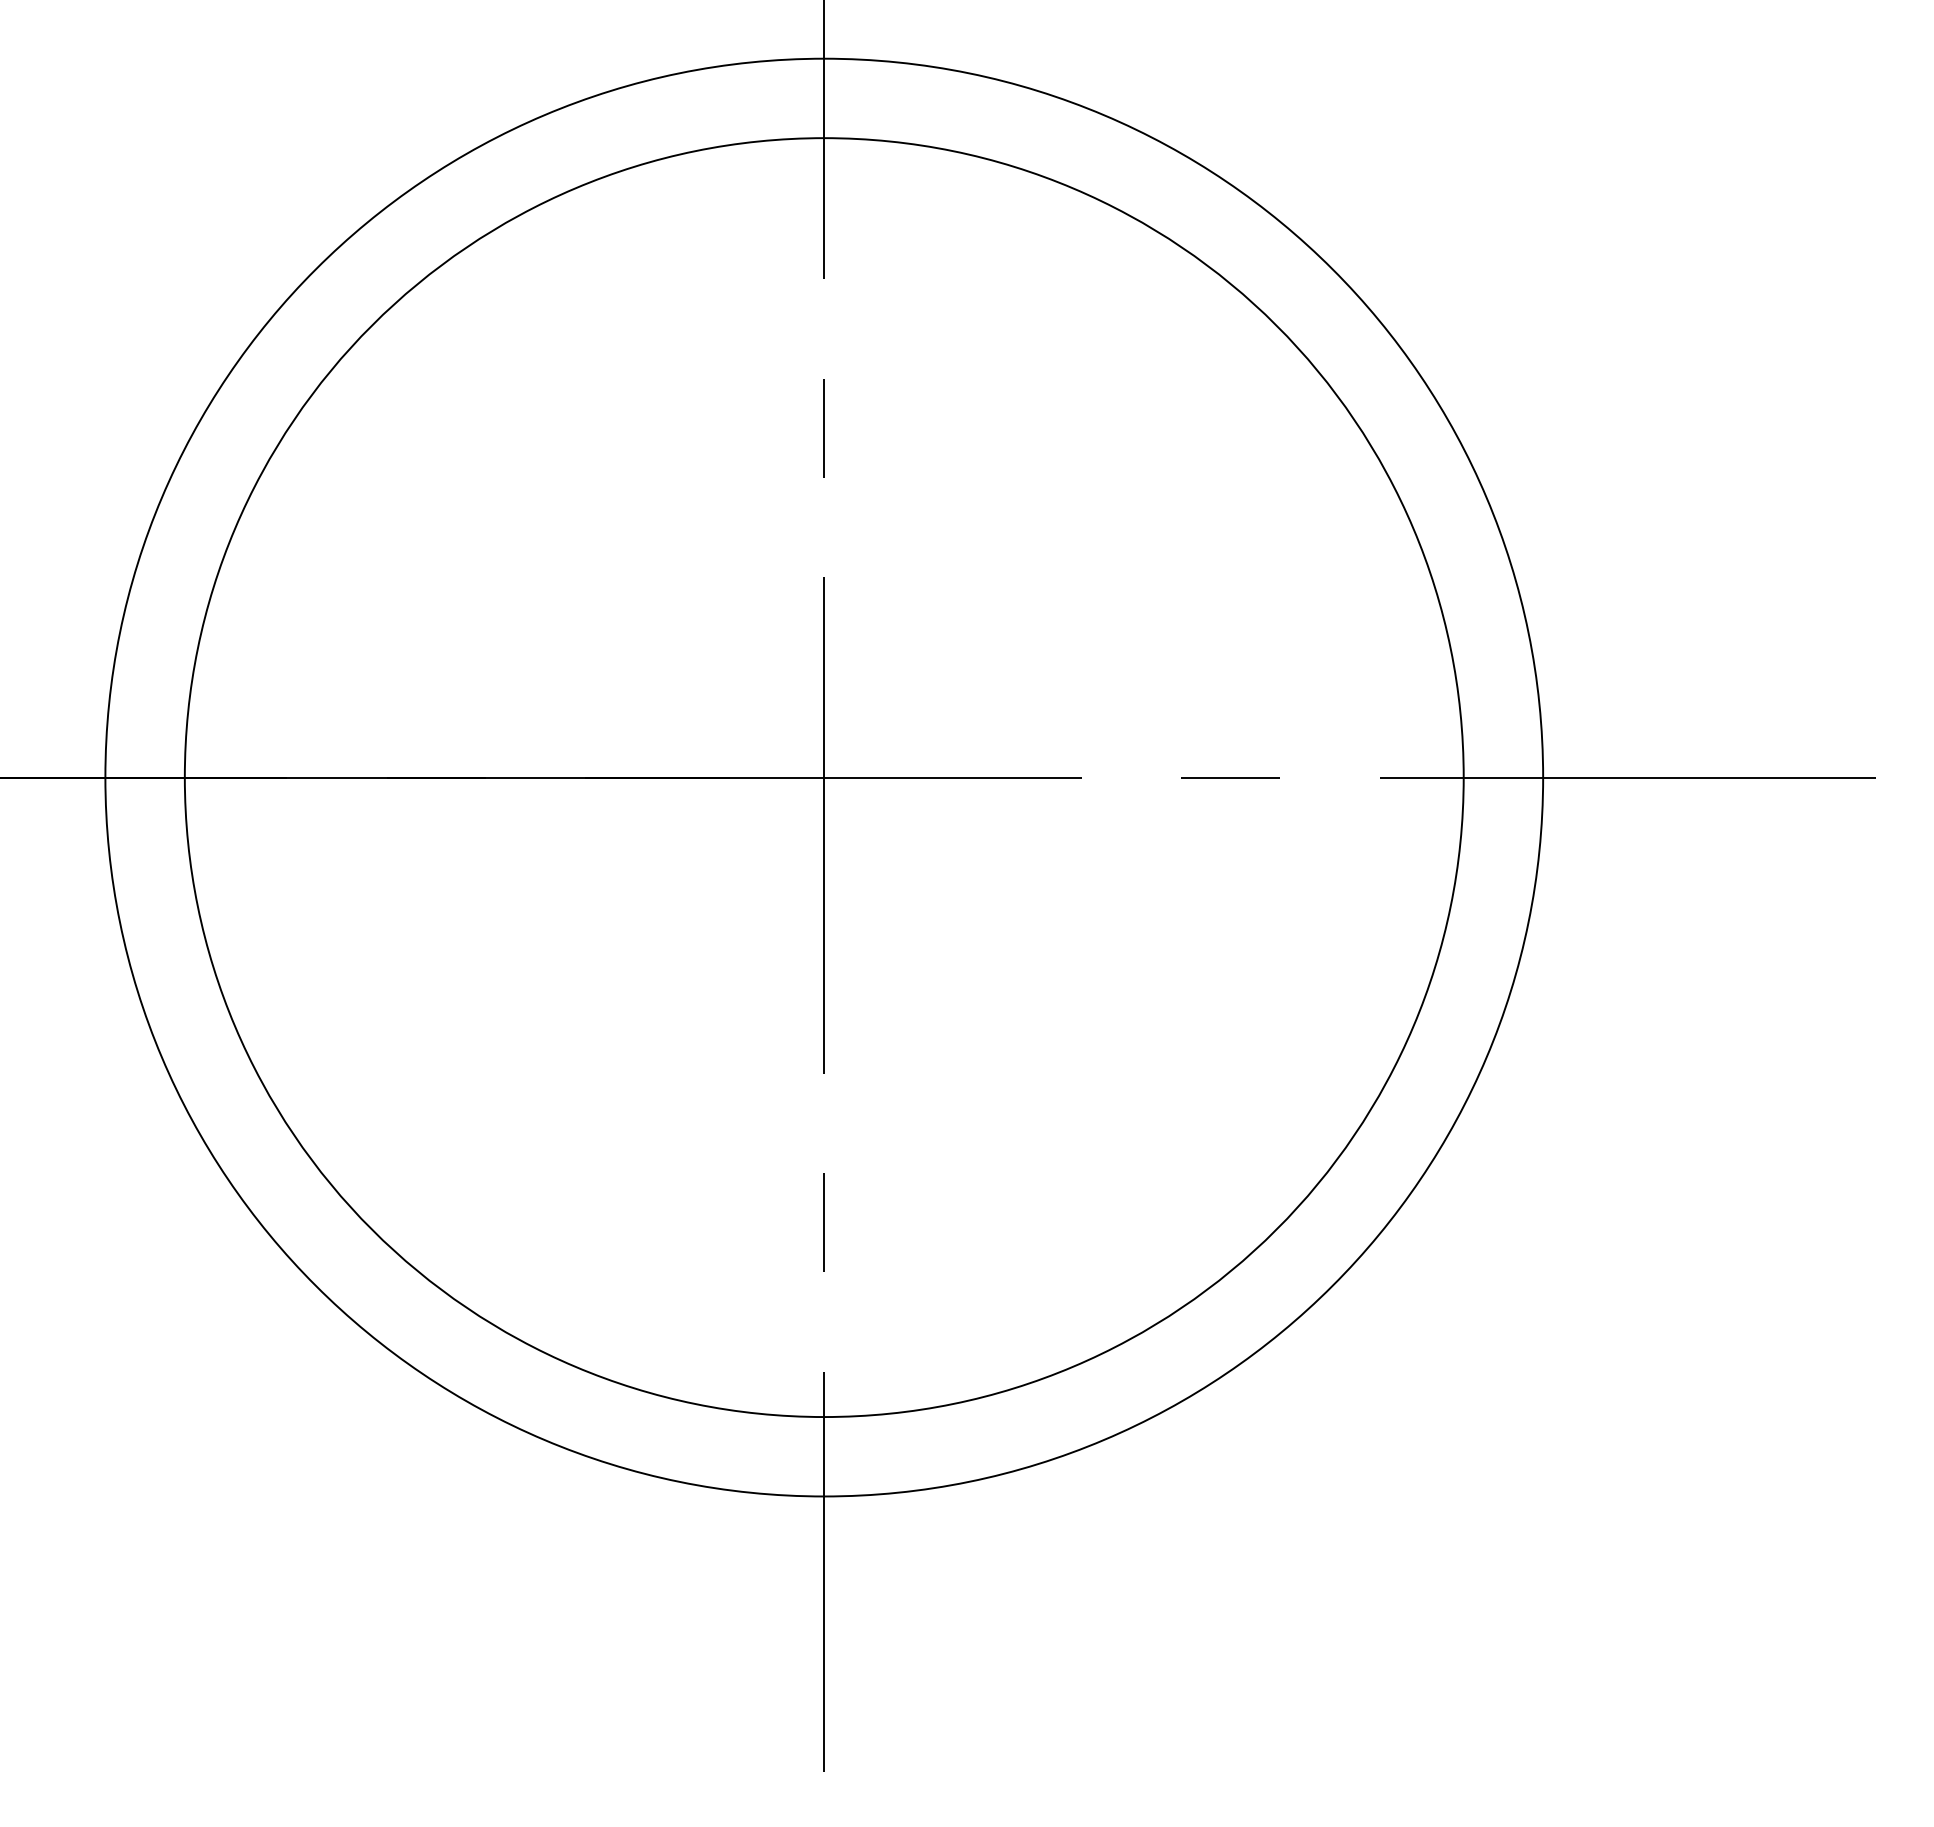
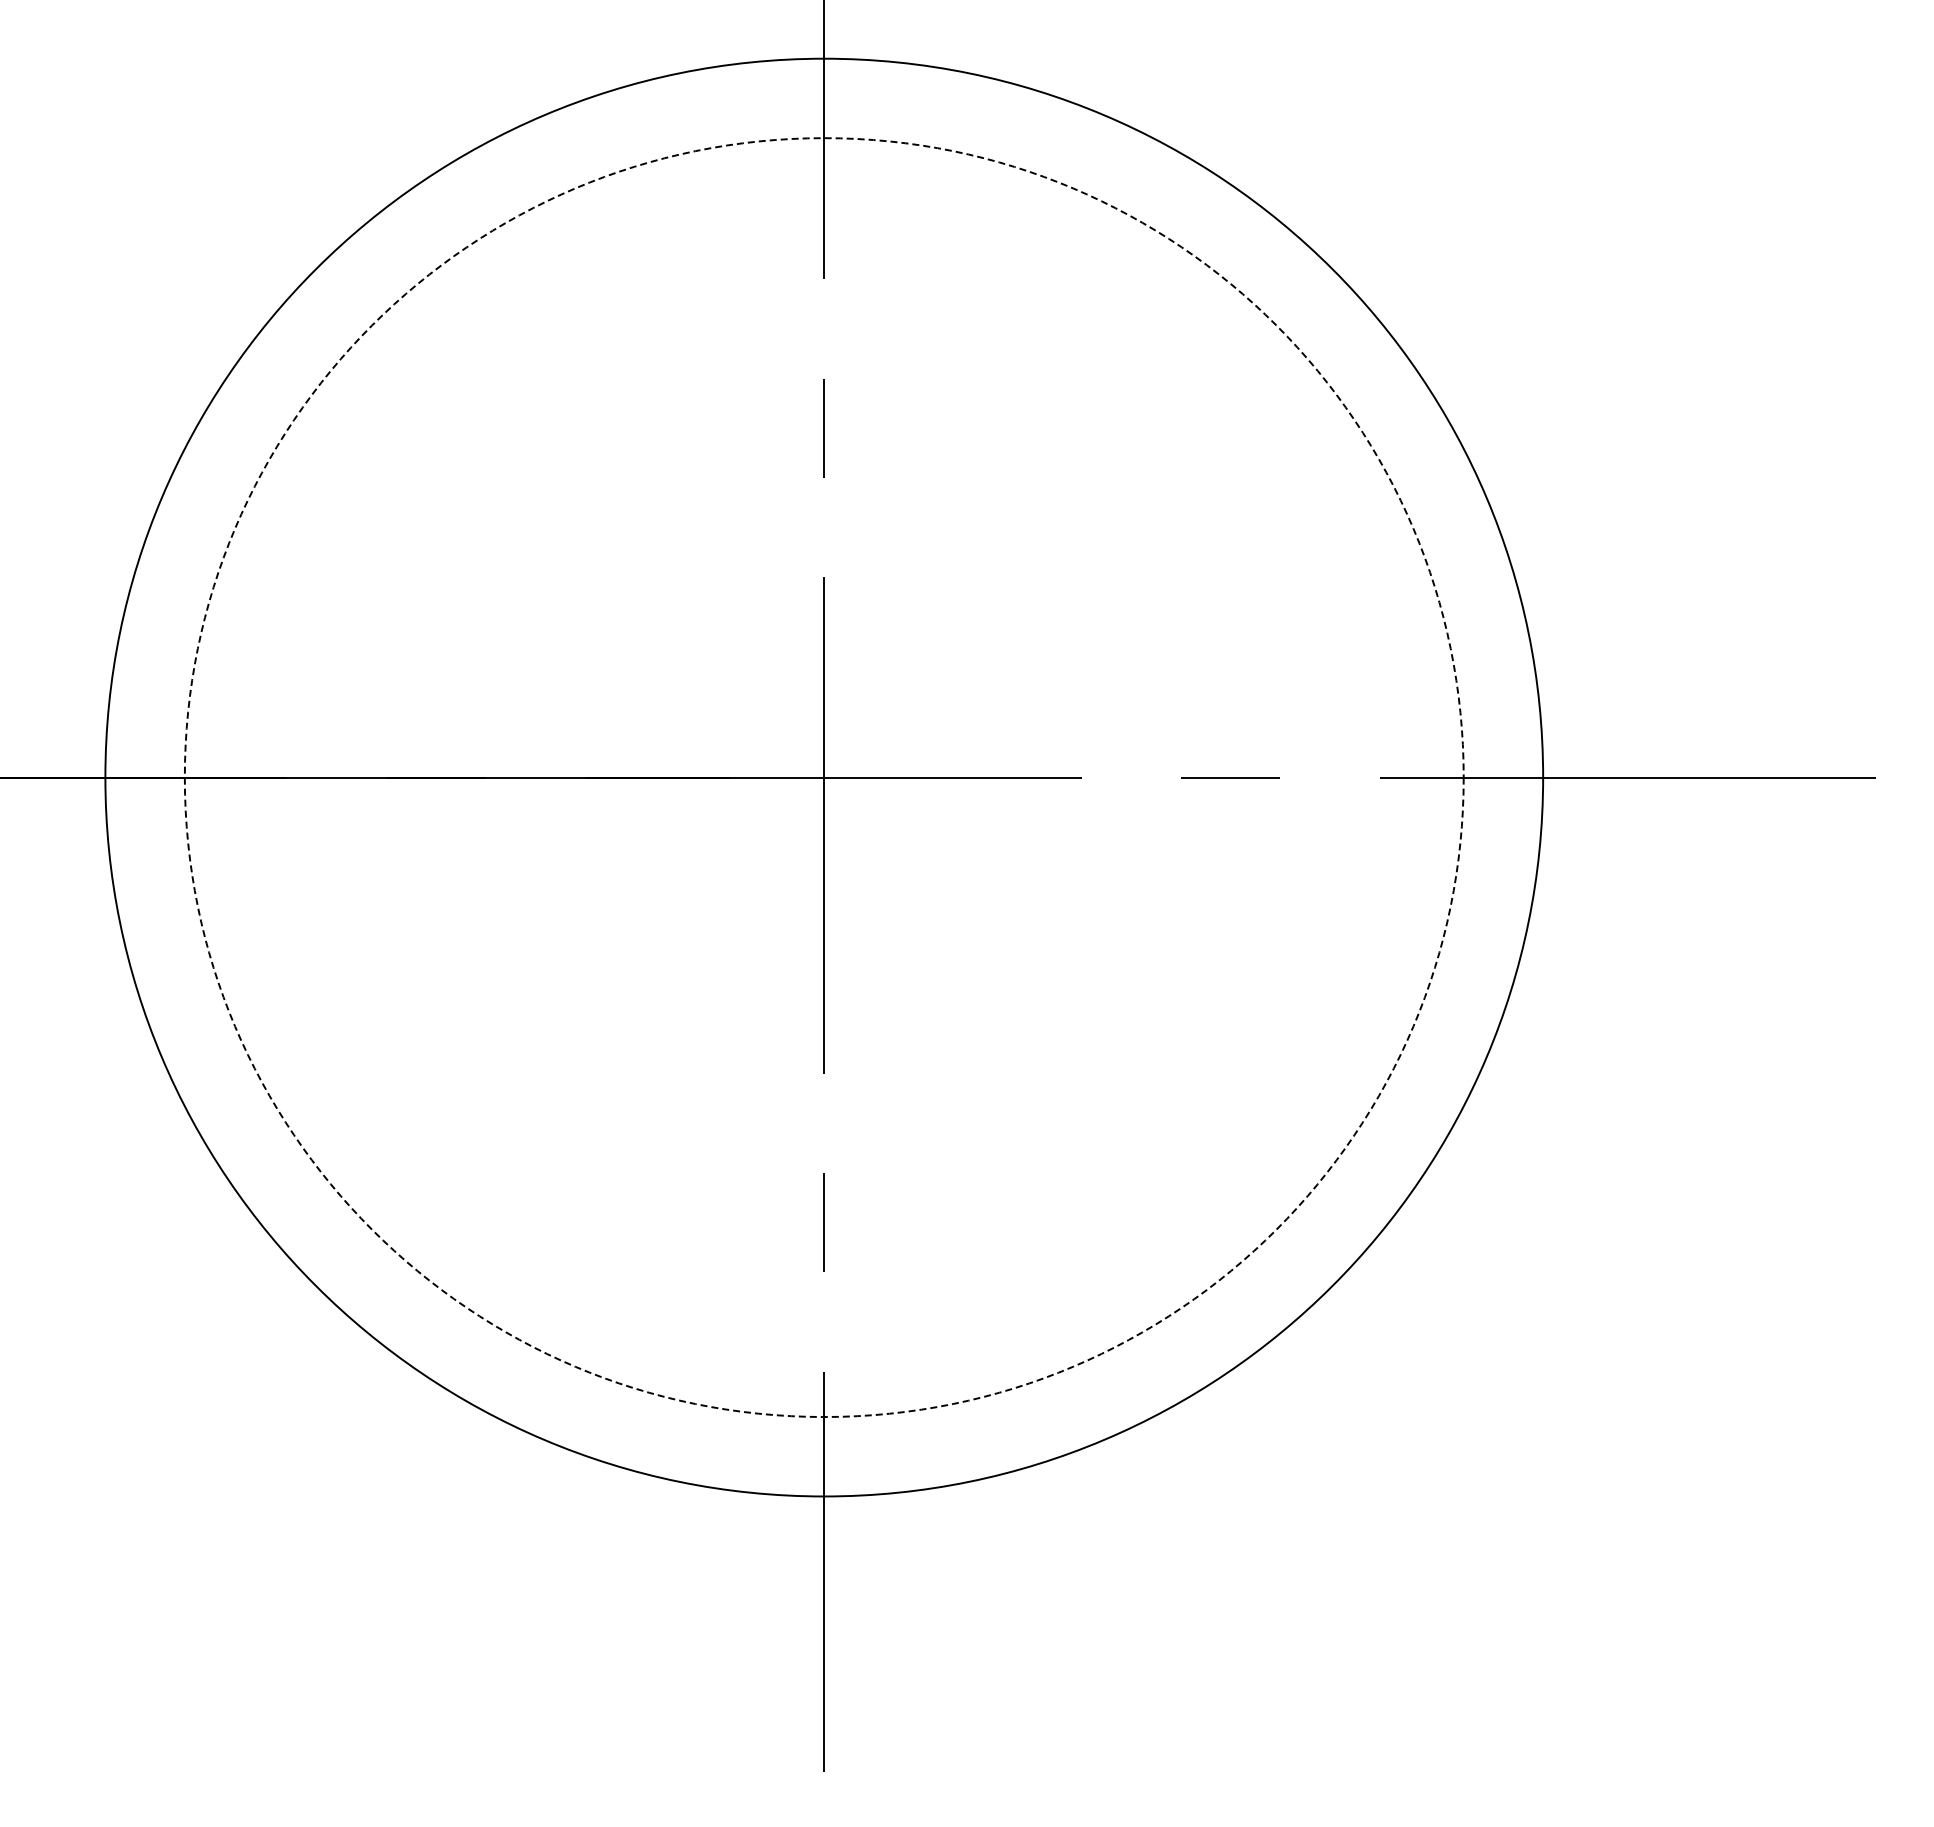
circle at (823, 777): solid -> dashed
